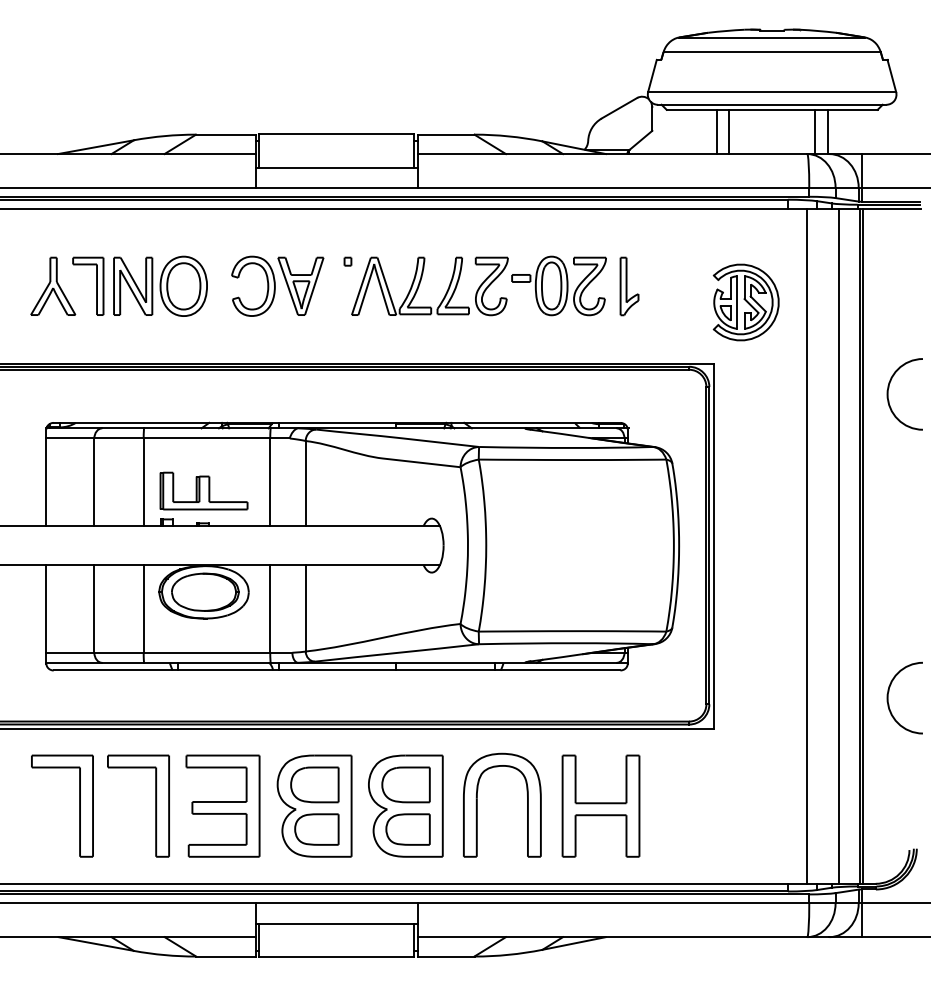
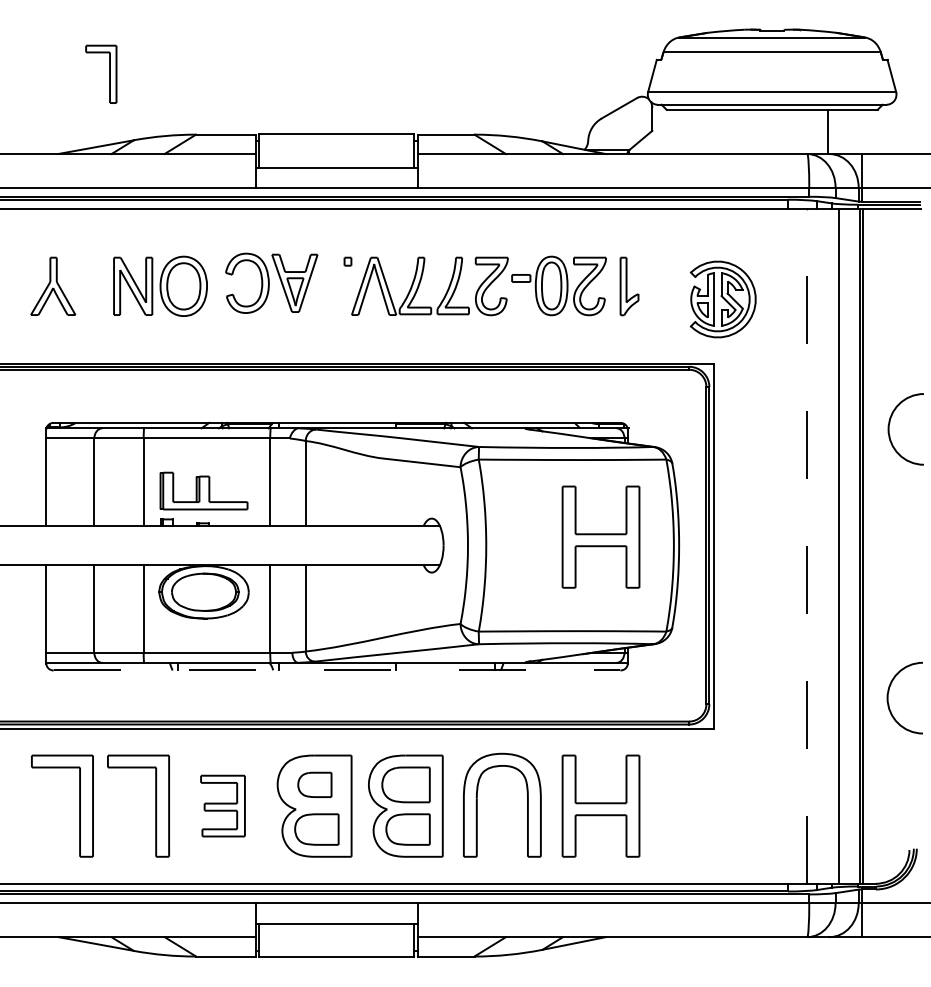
line at (716, 131): present -> none
line at (729, 131): present -> none
line at (814, 131): present -> none
part at (96, 285) position: (96, 285) -> (109, 73)
part at (277, 285) position: (277, 285) -> (271, 282)
part at (745, 302) position: (745, 302) -> (722, 299)
arc at (888, 394) position: (888, 394) -> (889, 429)
part at (600, 536): none -> present
line at (806, 546): solid -> dashed
line at (337, 670): solid -> dashed
part at (314, 784) size: 50x38 px -> 36x27 px
part at (222, 805) size: 76x104 px -> 46x64 px
